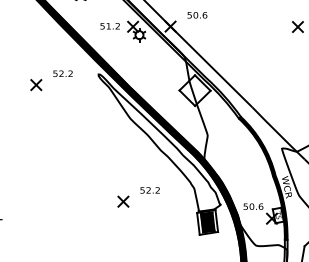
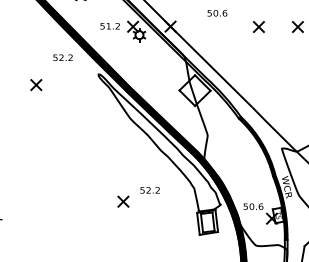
text at (197, 15) position: (197, 15) -> (217, 13)
part at (258, 26): none -> present
text at (62, 73) position: (62, 73) -> (62, 57)
hatch at (207, 222): present -> none
